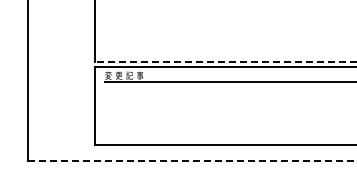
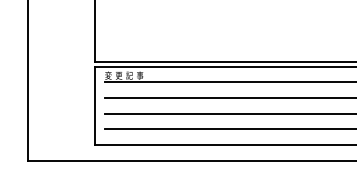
line at (226, 62): dashed -> solid
line at (228, 98): none -> present
line at (228, 113): none -> present
line at (228, 129): none -> present
line at (192, 161): dashed -> solid
